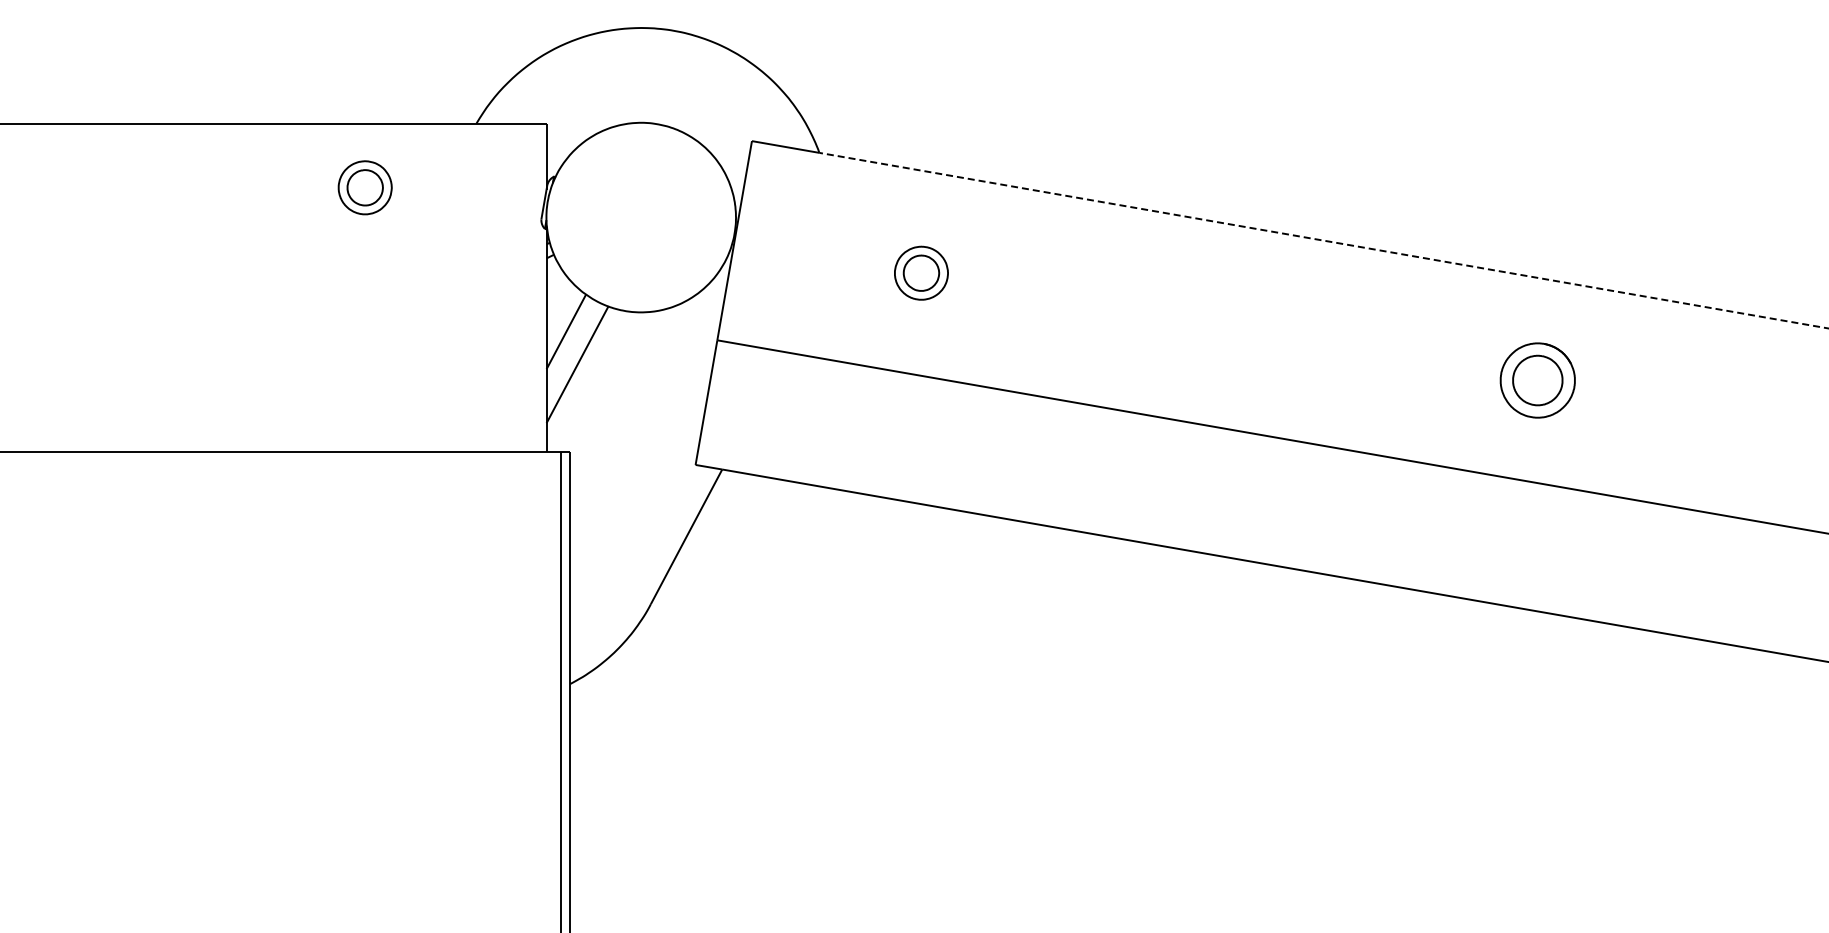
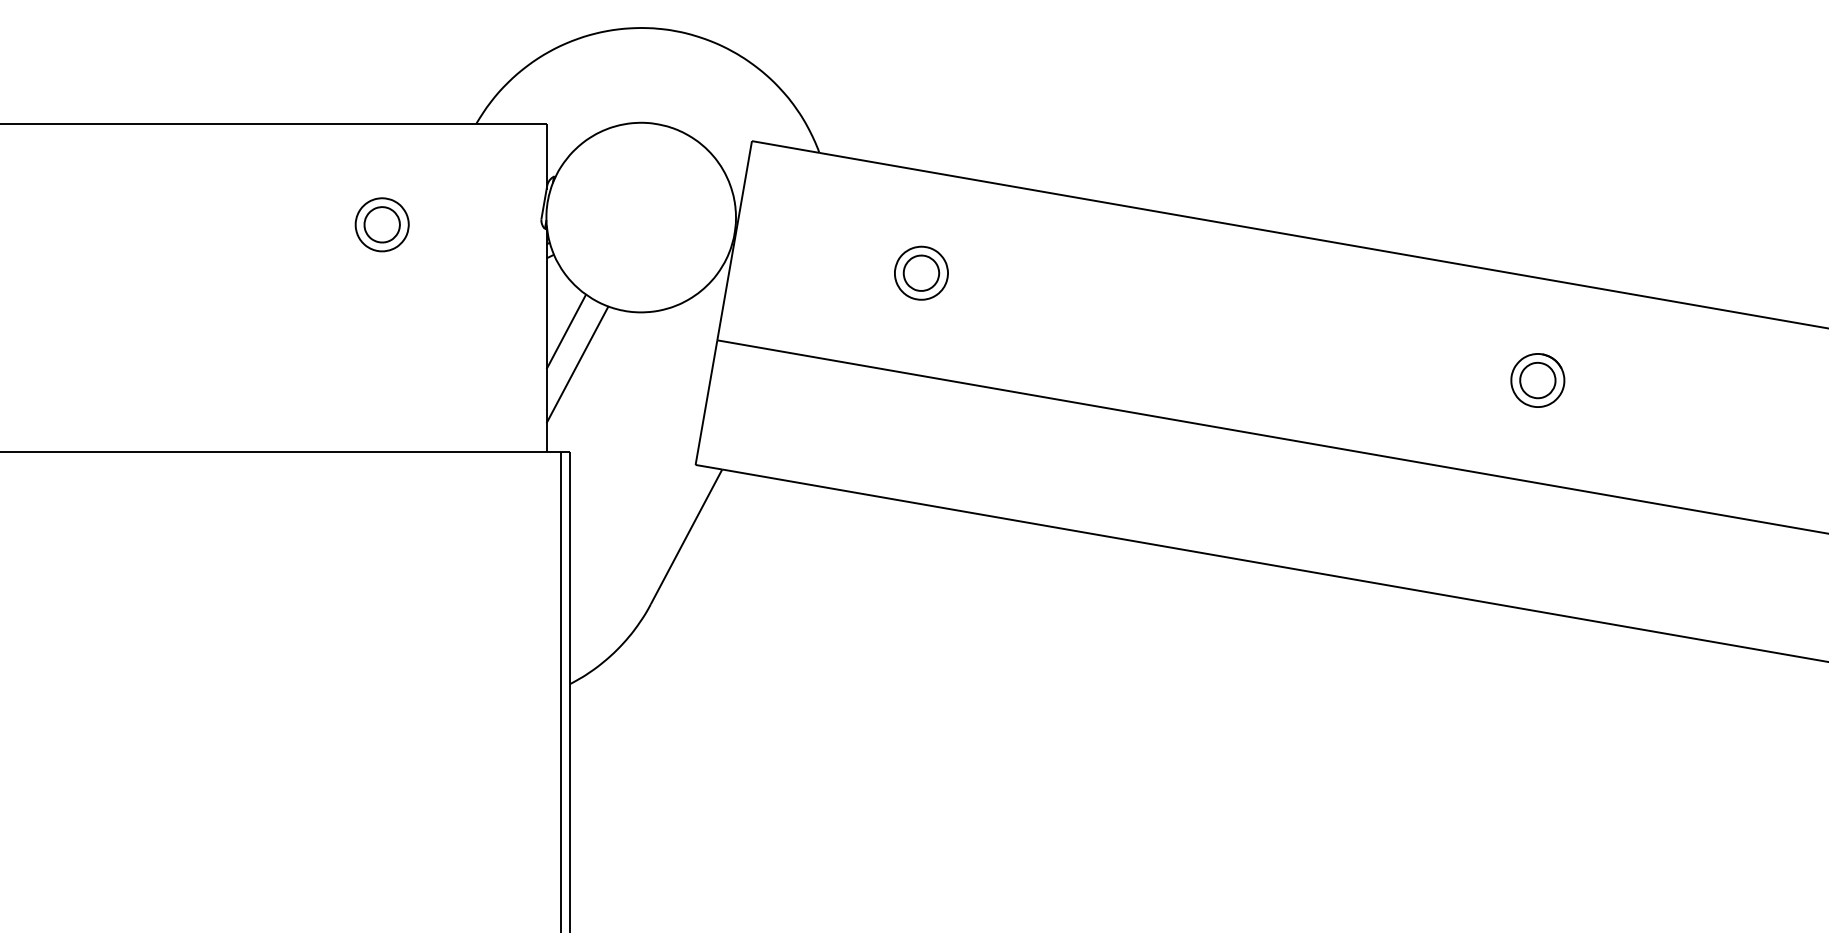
part at (364, 187) position: (364, 187) -> (381, 224)
line at (1323, 240): dashed -> solid
part at (1537, 380) size: 77x77 px -> 56x55 px
